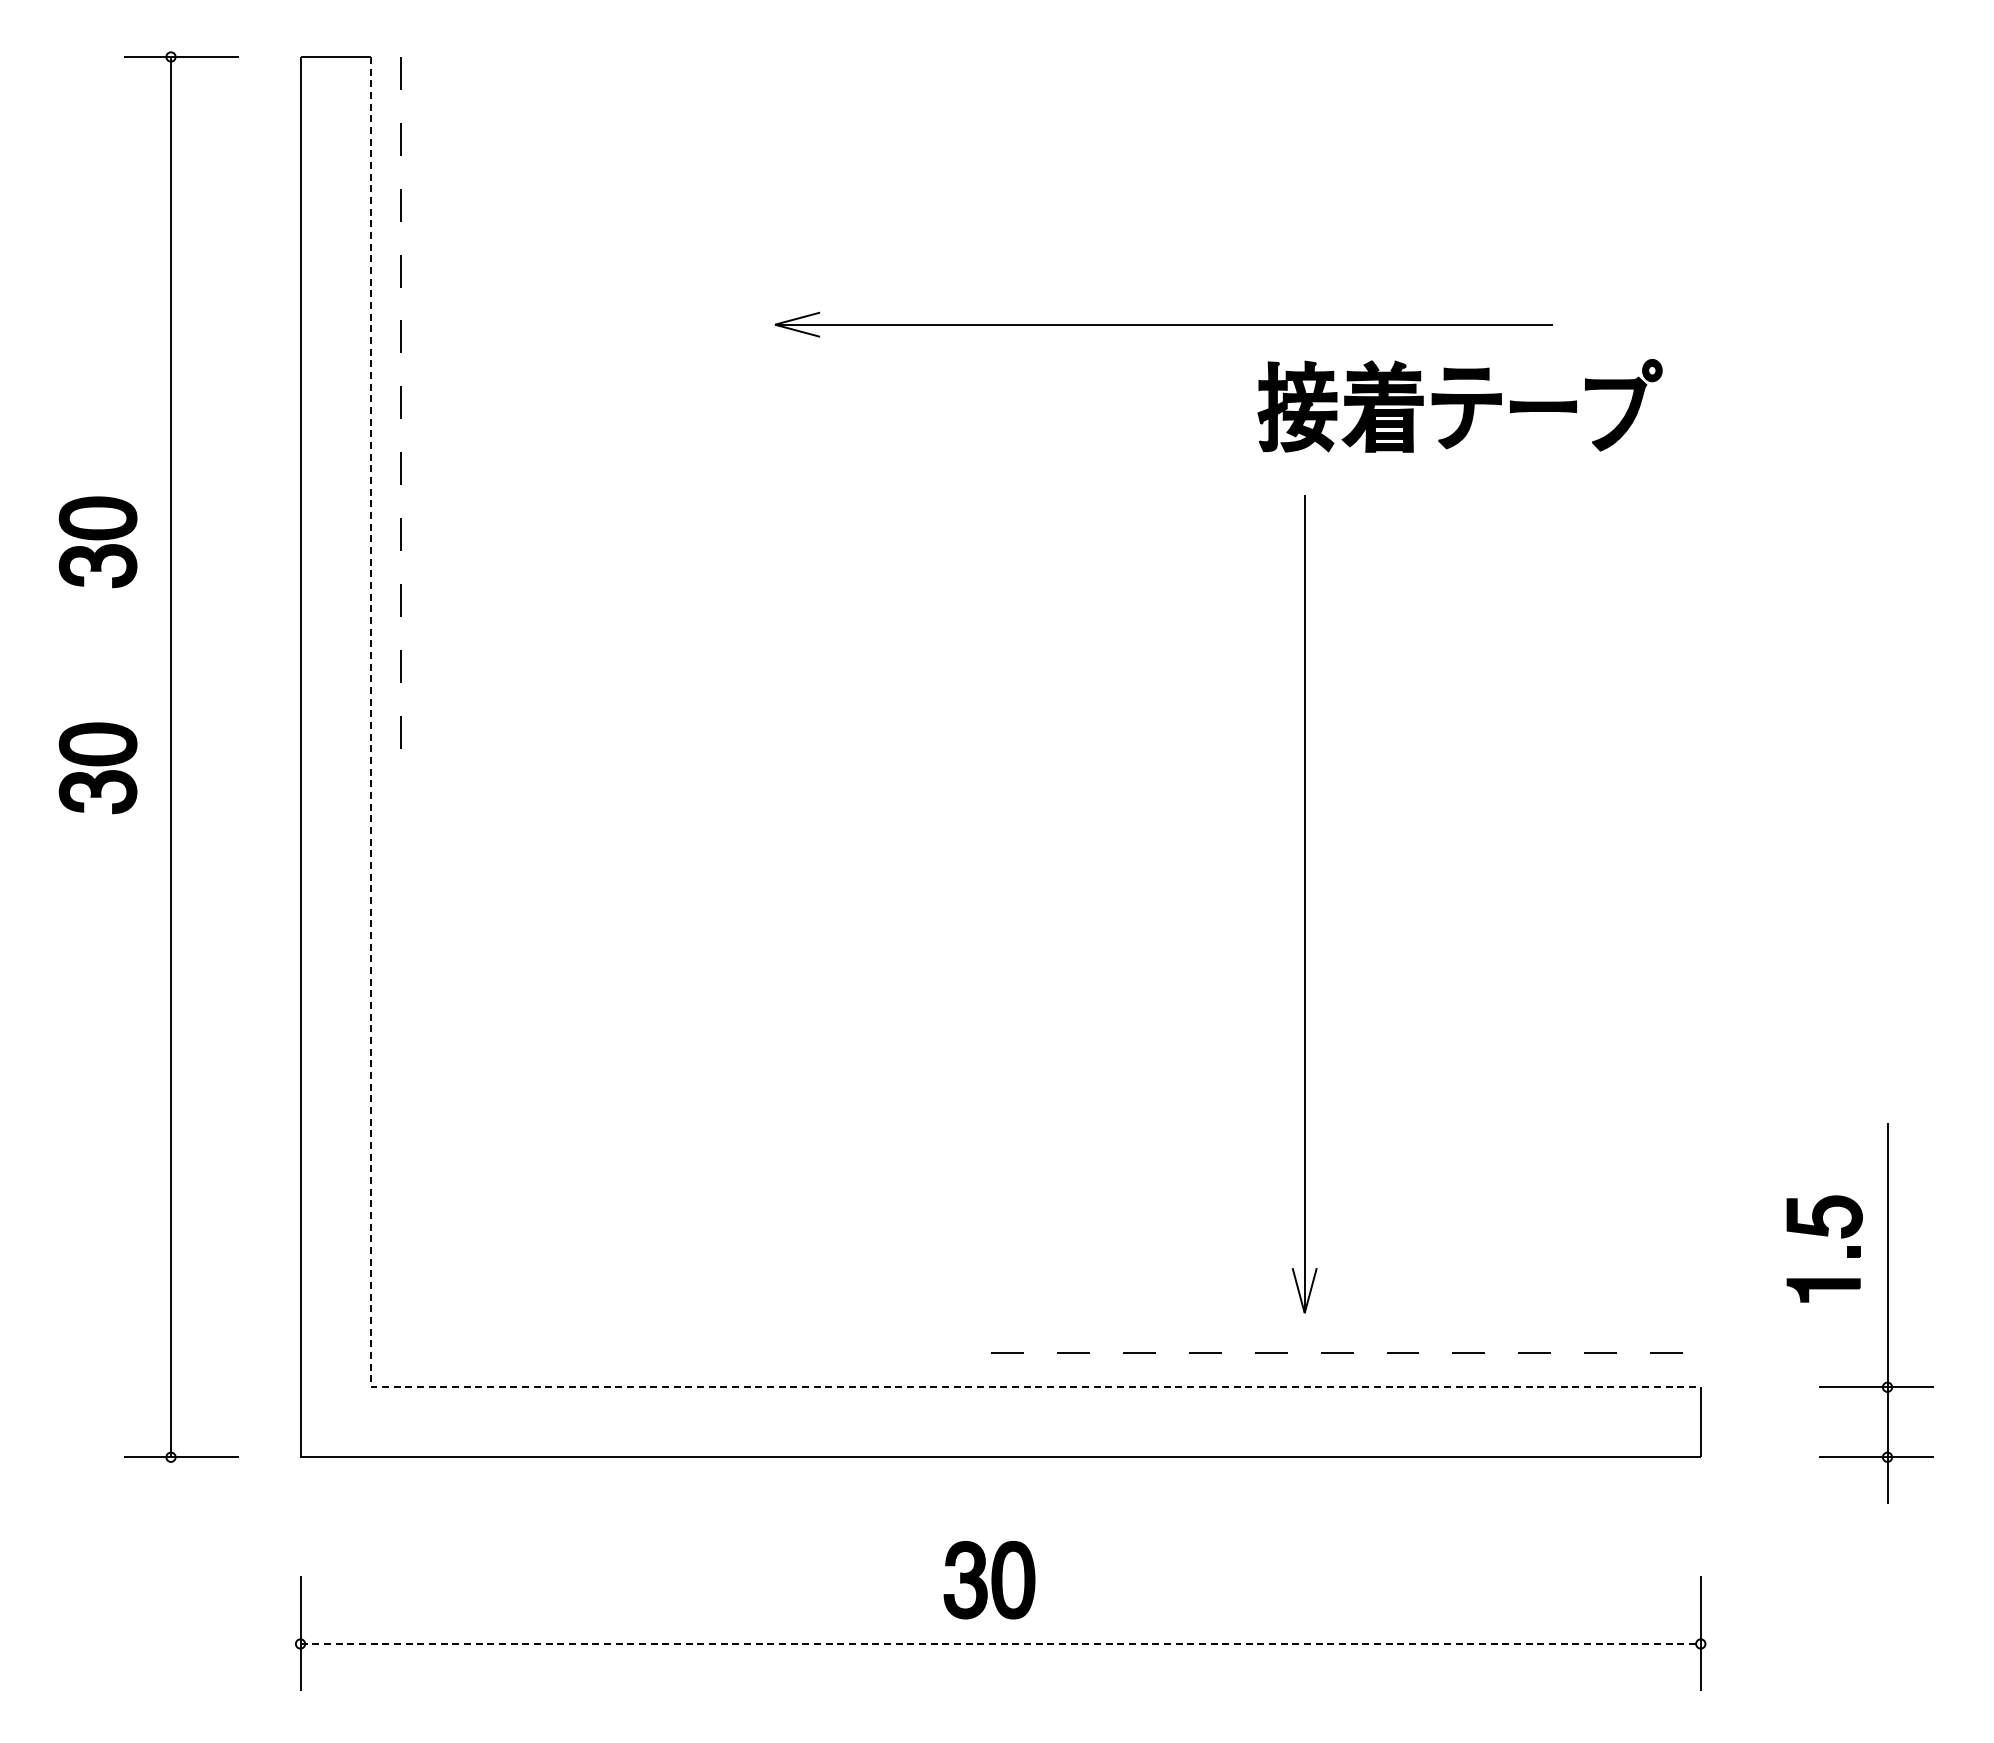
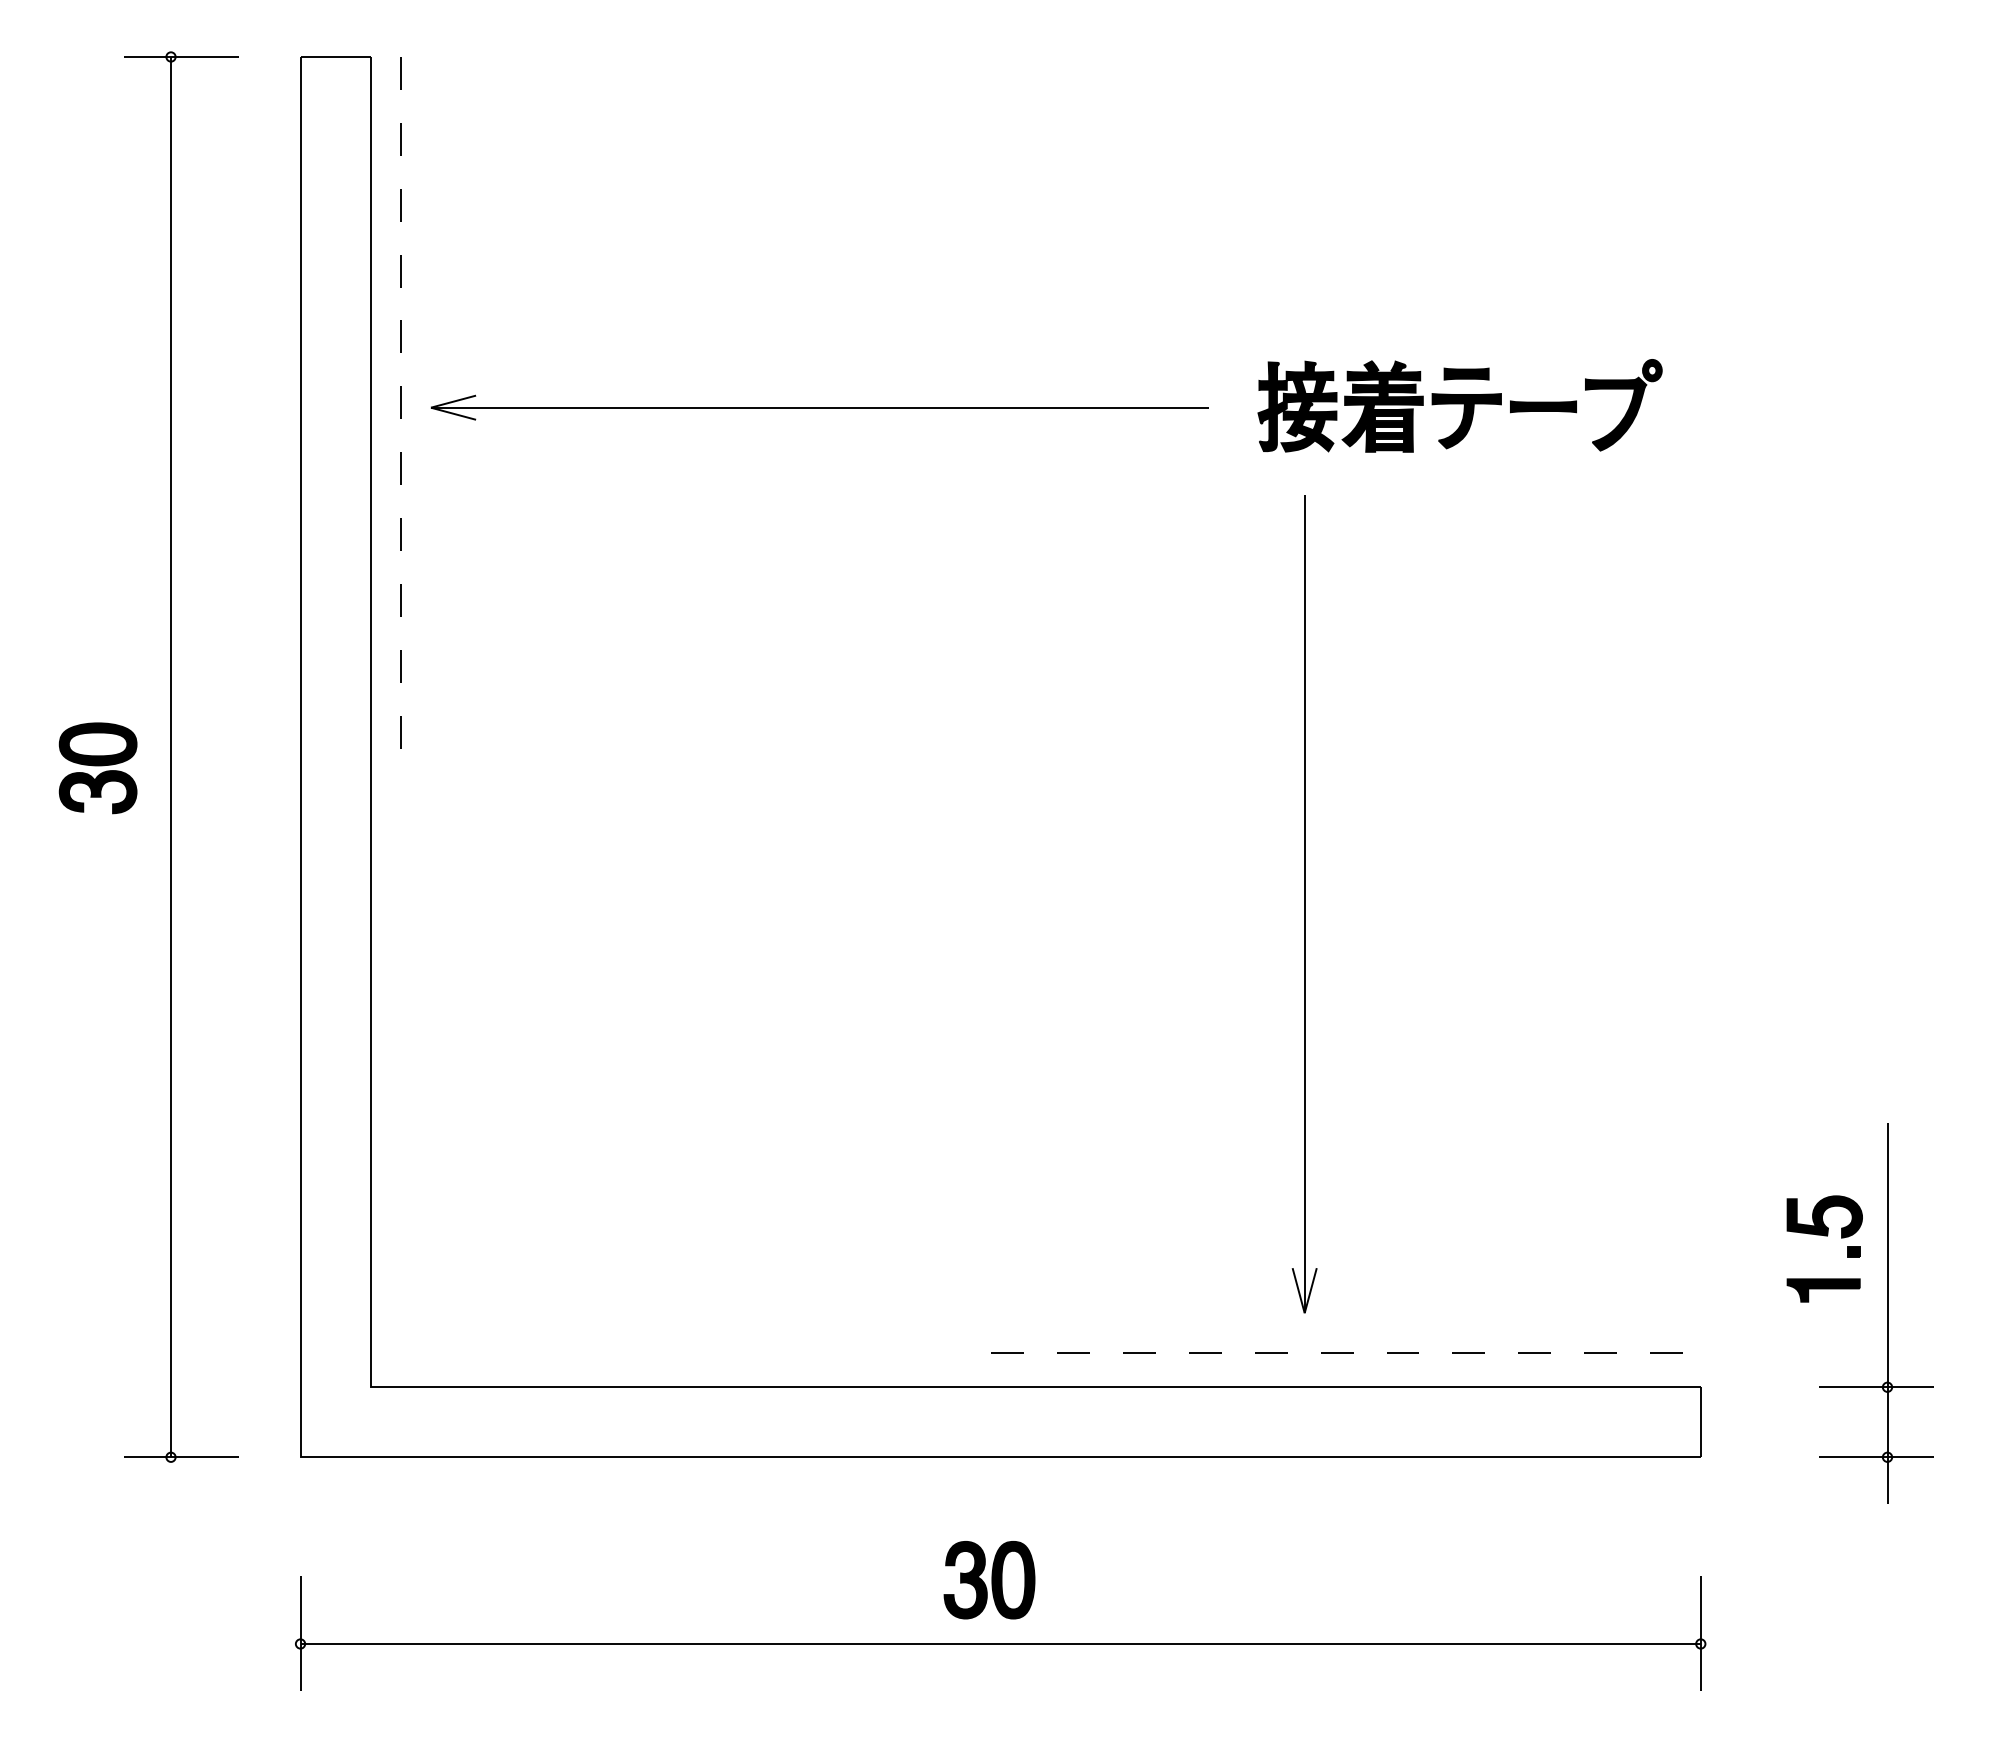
part at (1163, 324) position: (1163, 324) -> (819, 407)
part at (97, 542): present -> none
line at (370, 1387): dashed -> solid
line at (1001, 1643): dashed -> solid
